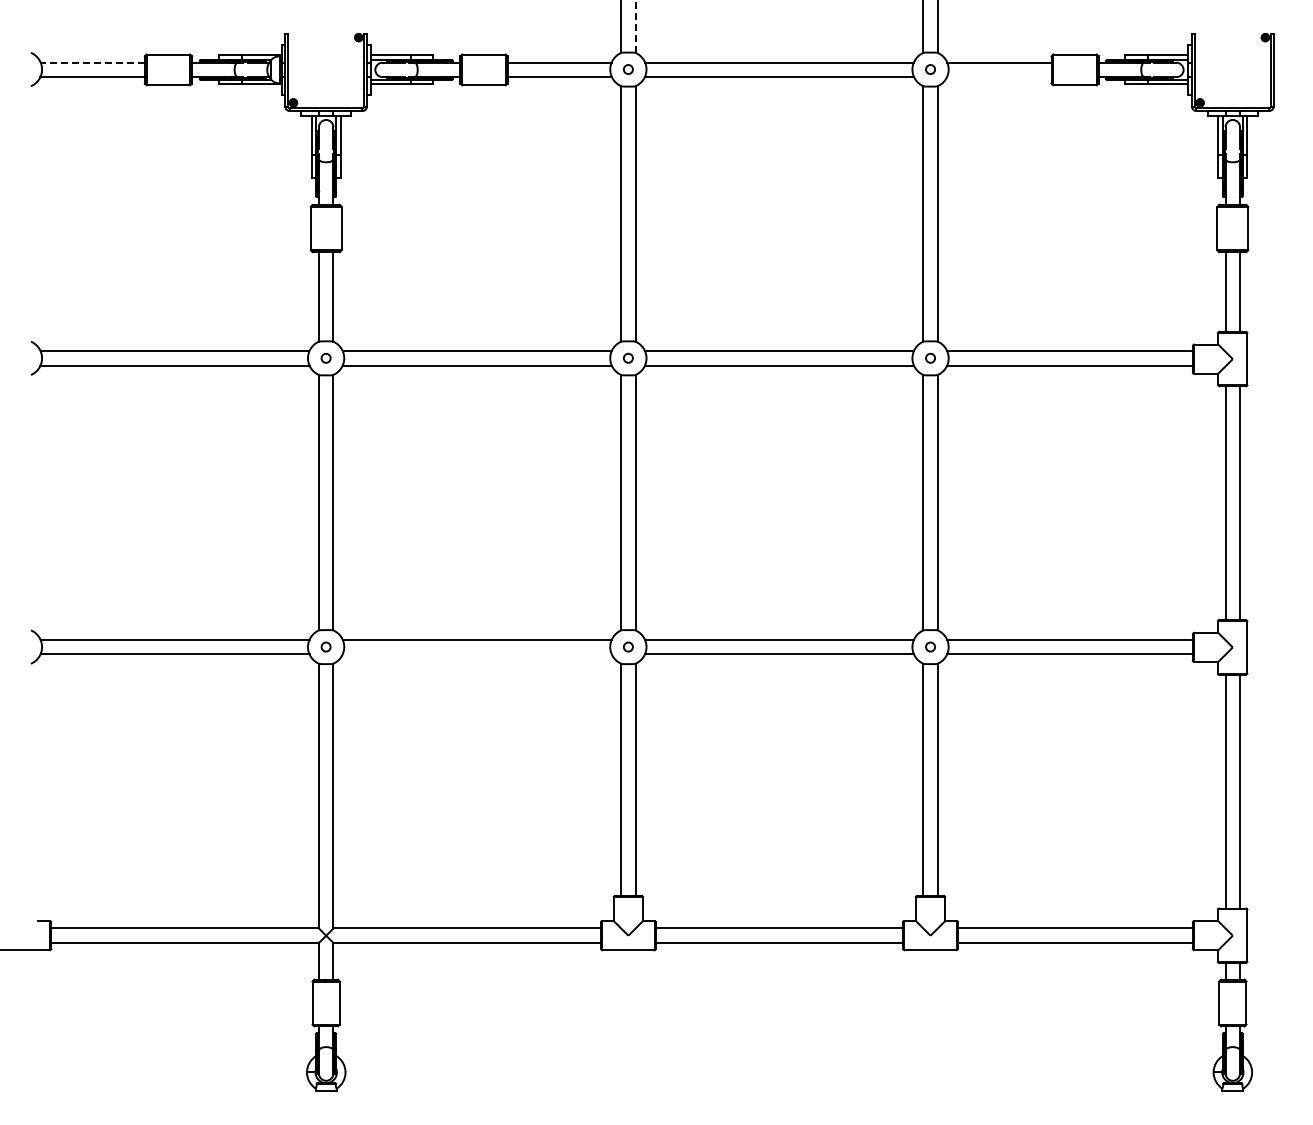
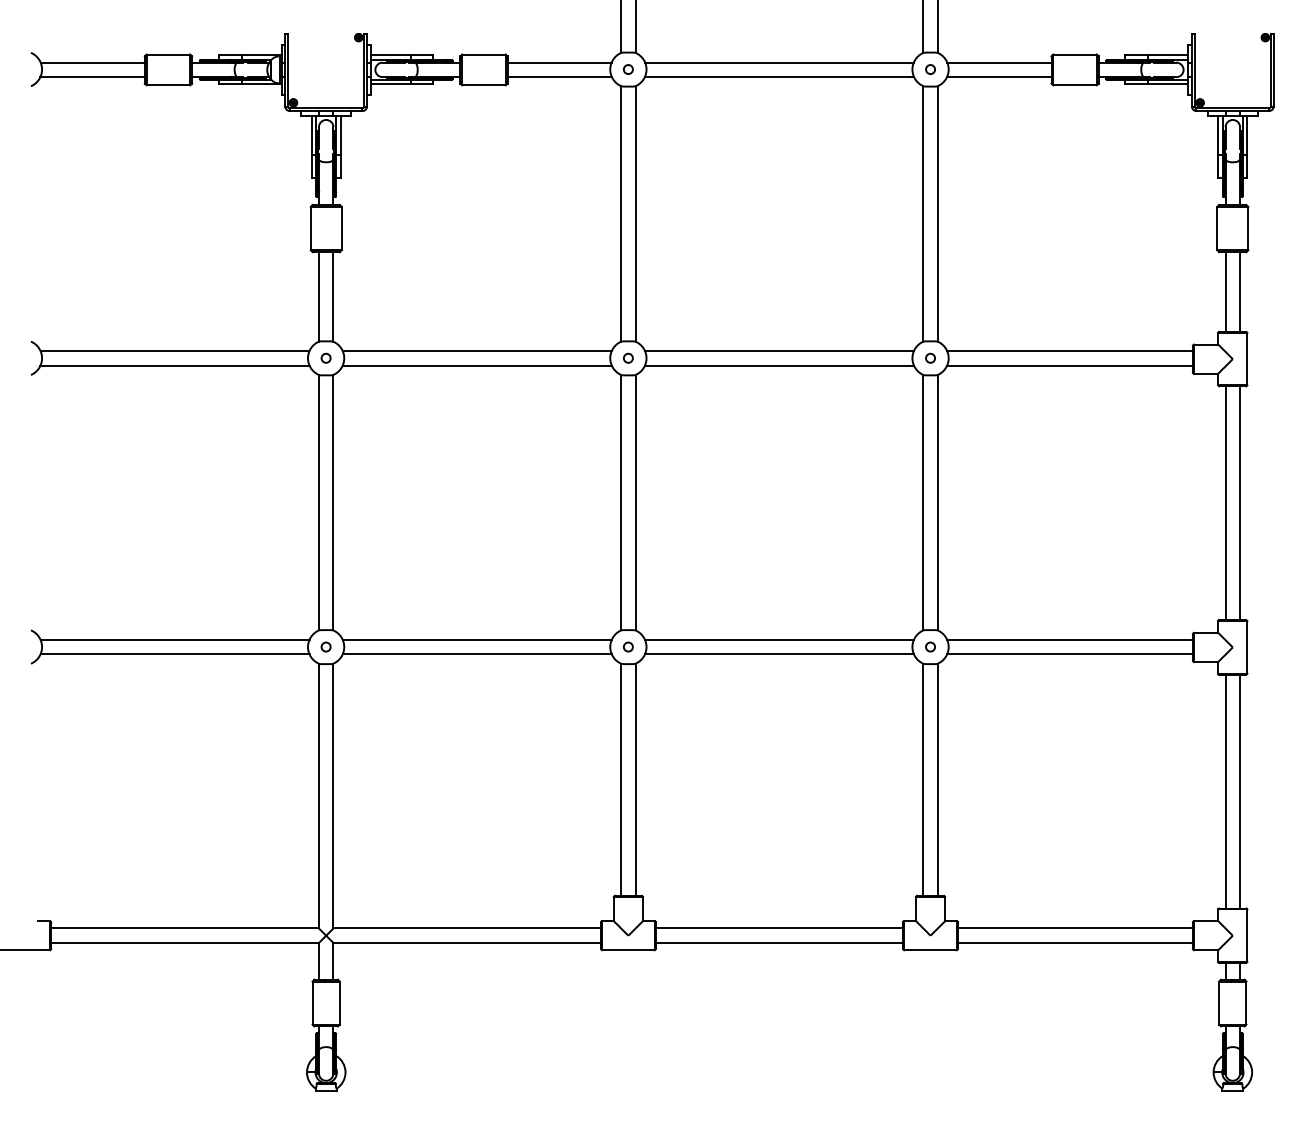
line at (635, 26): dashed -> solid
line at (92, 62): dashed -> solid
line at (999, 77): none -> present
line at (476, 654): none -> present
